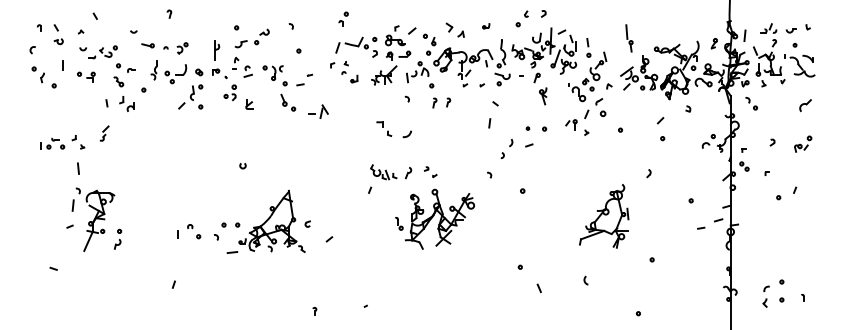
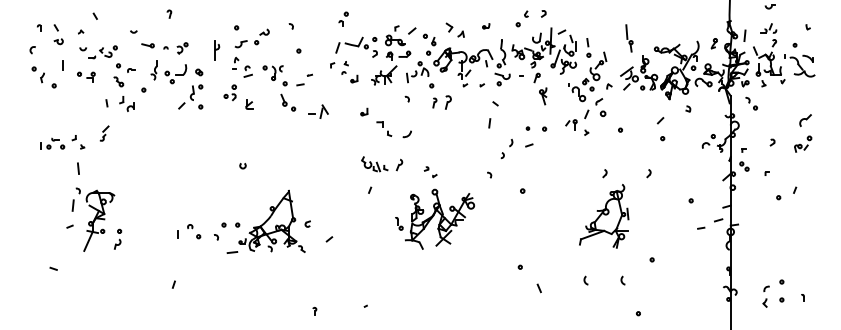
part at (790, 30) position: (790, 30) -> (769, 6)
part at (219, 73): present -> none
part at (448, 102) size: 6x11 px -> 7x15 px
part at (805, 105) position: (805, 105) -> (805, 120)
part at (364, 111): none -> present
part at (391, 172) position: (391, 172) -> (382, 164)
part at (604, 173): none -> present
arc at (622, 280): none -> present
